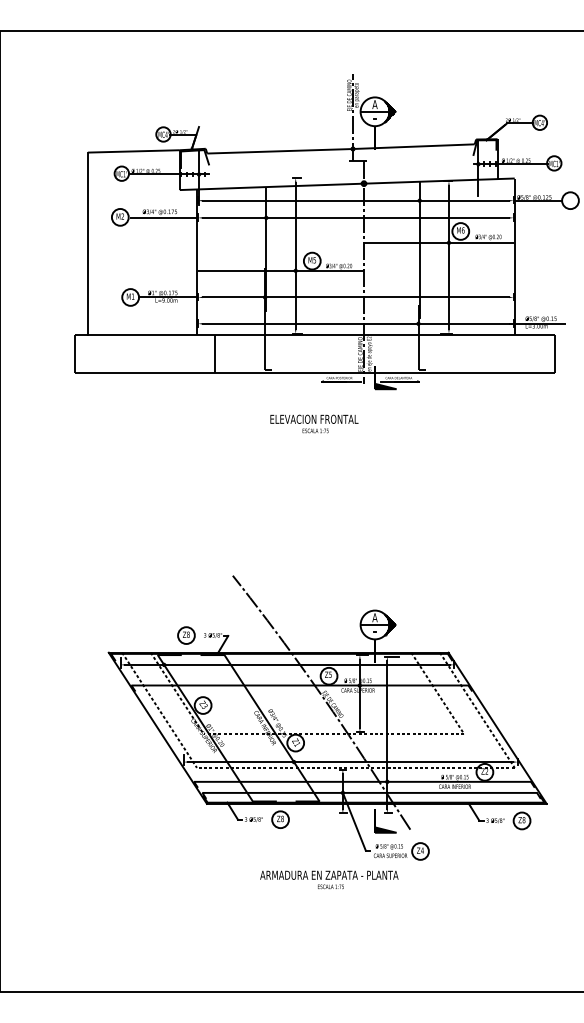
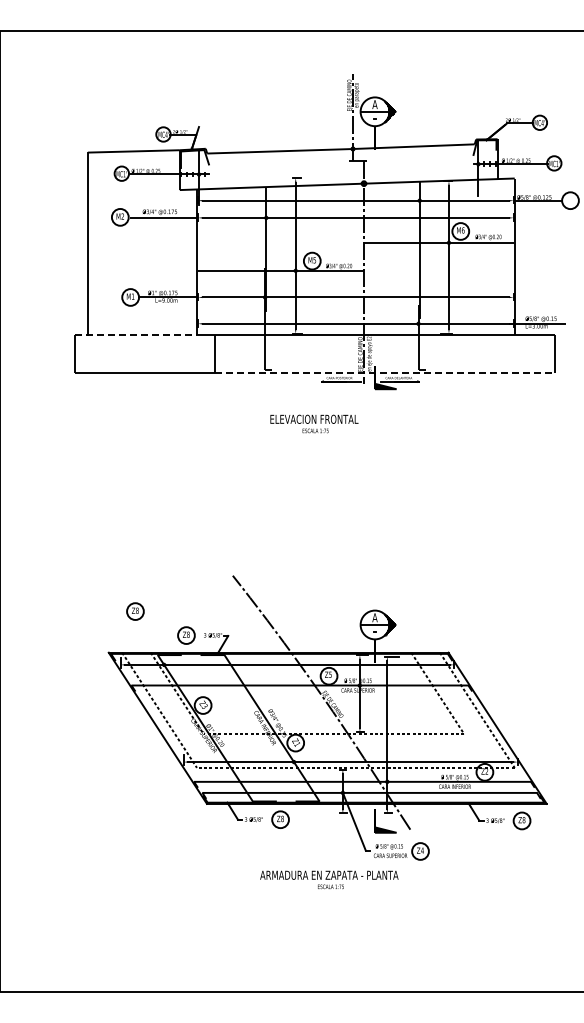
line at (136, 334): solid -> dashed
line at (384, 373): solid -> dashed
part at (135, 611): none -> present
